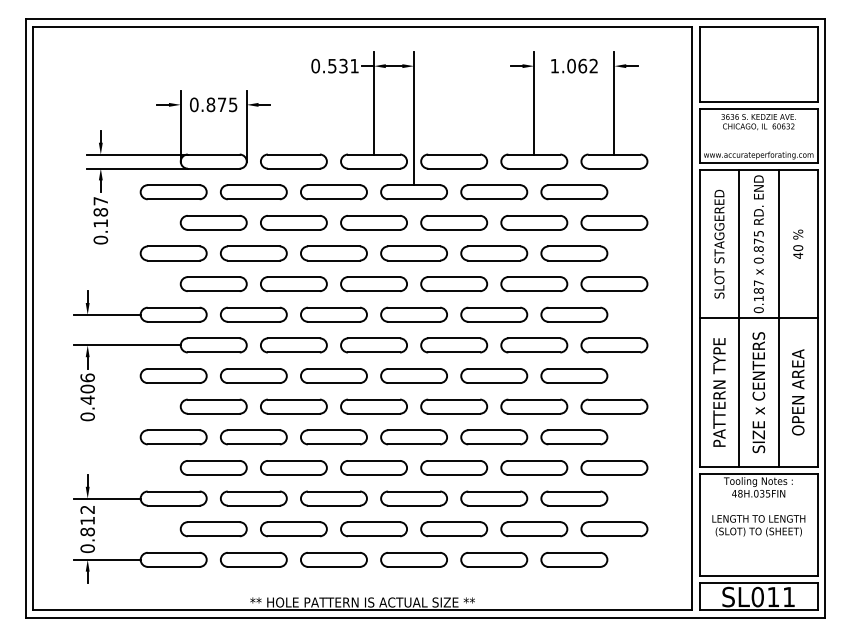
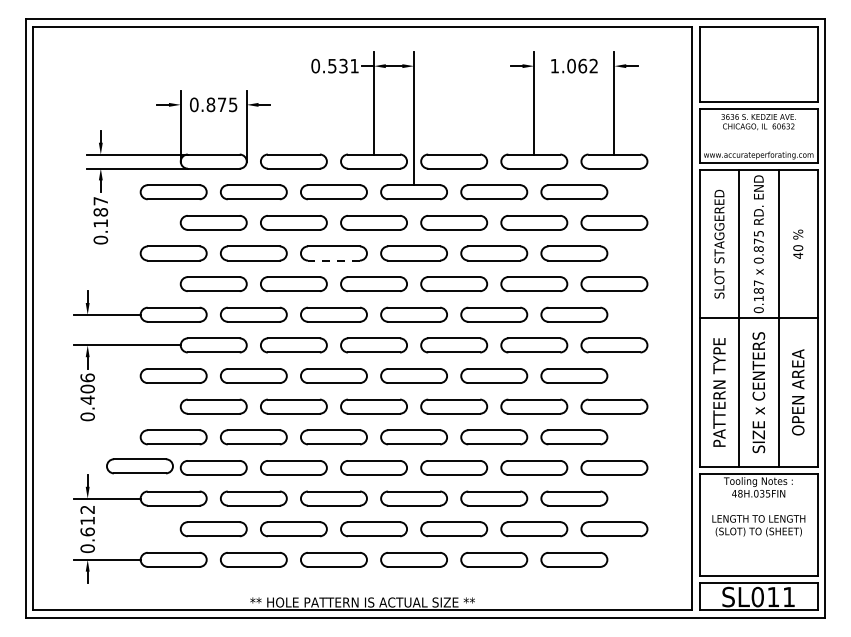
line at (333, 260): solid -> dashed
part at (139, 466): none -> present
text at (87, 531): 0.812 -> 0.612
